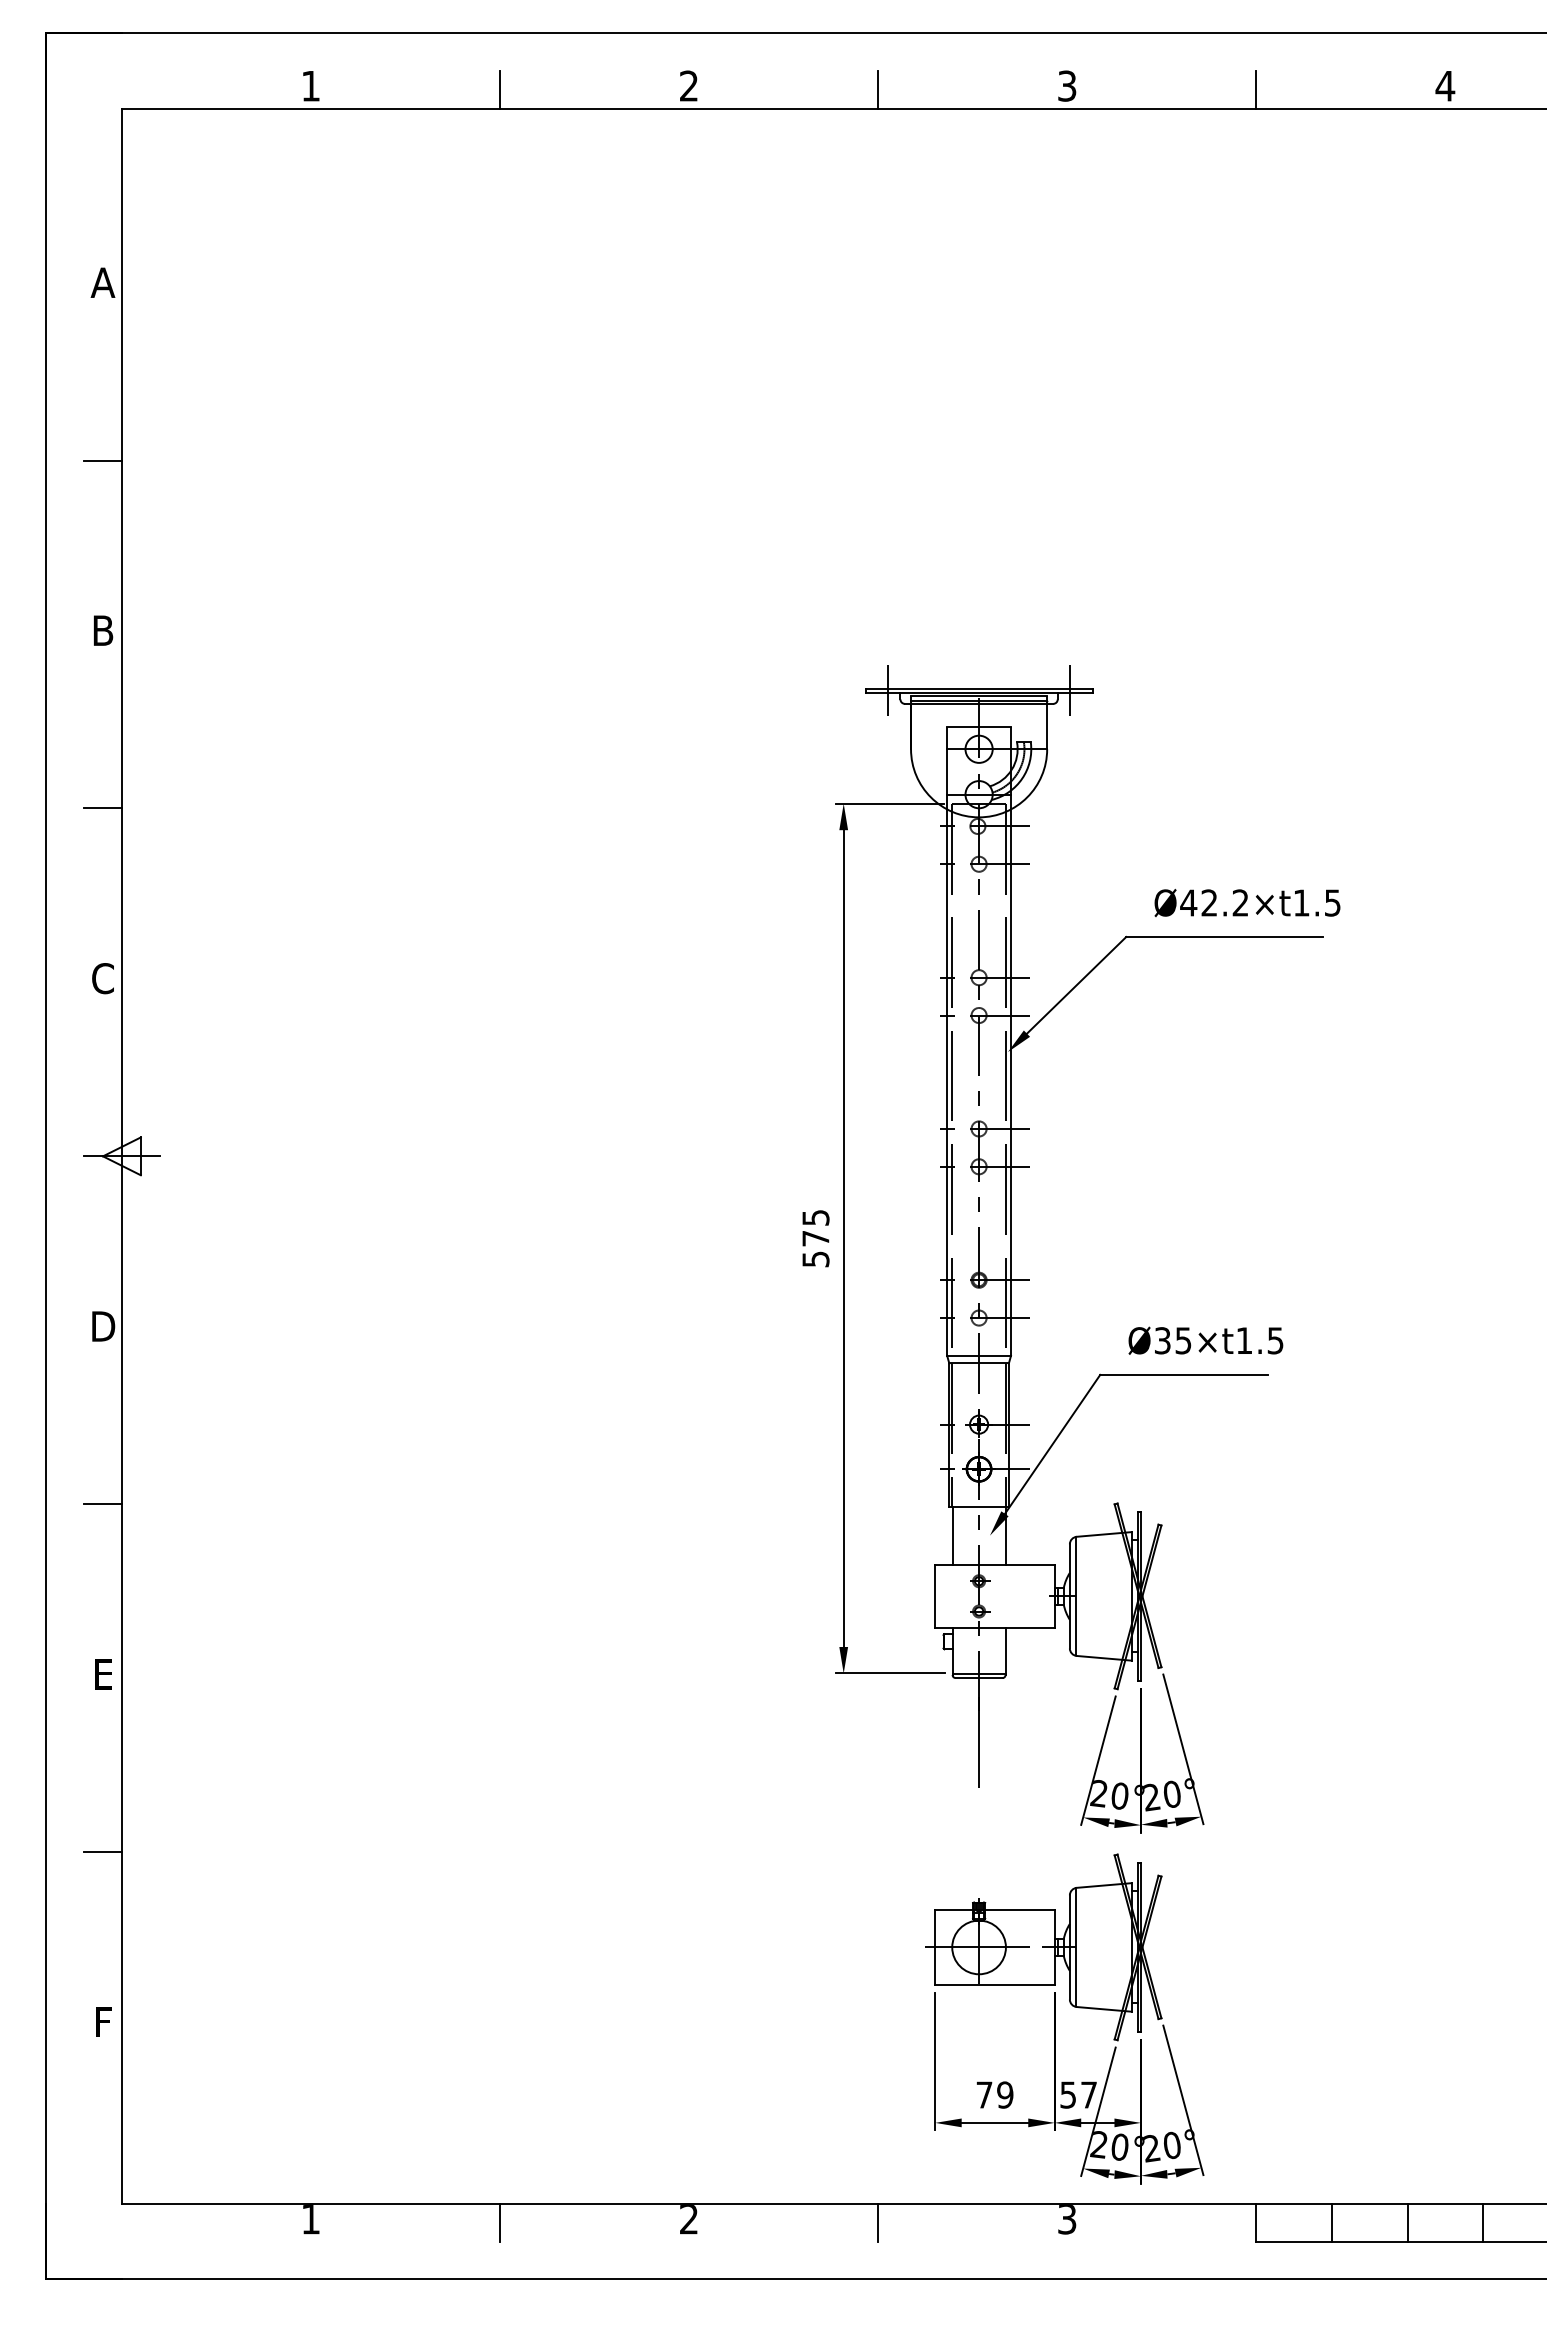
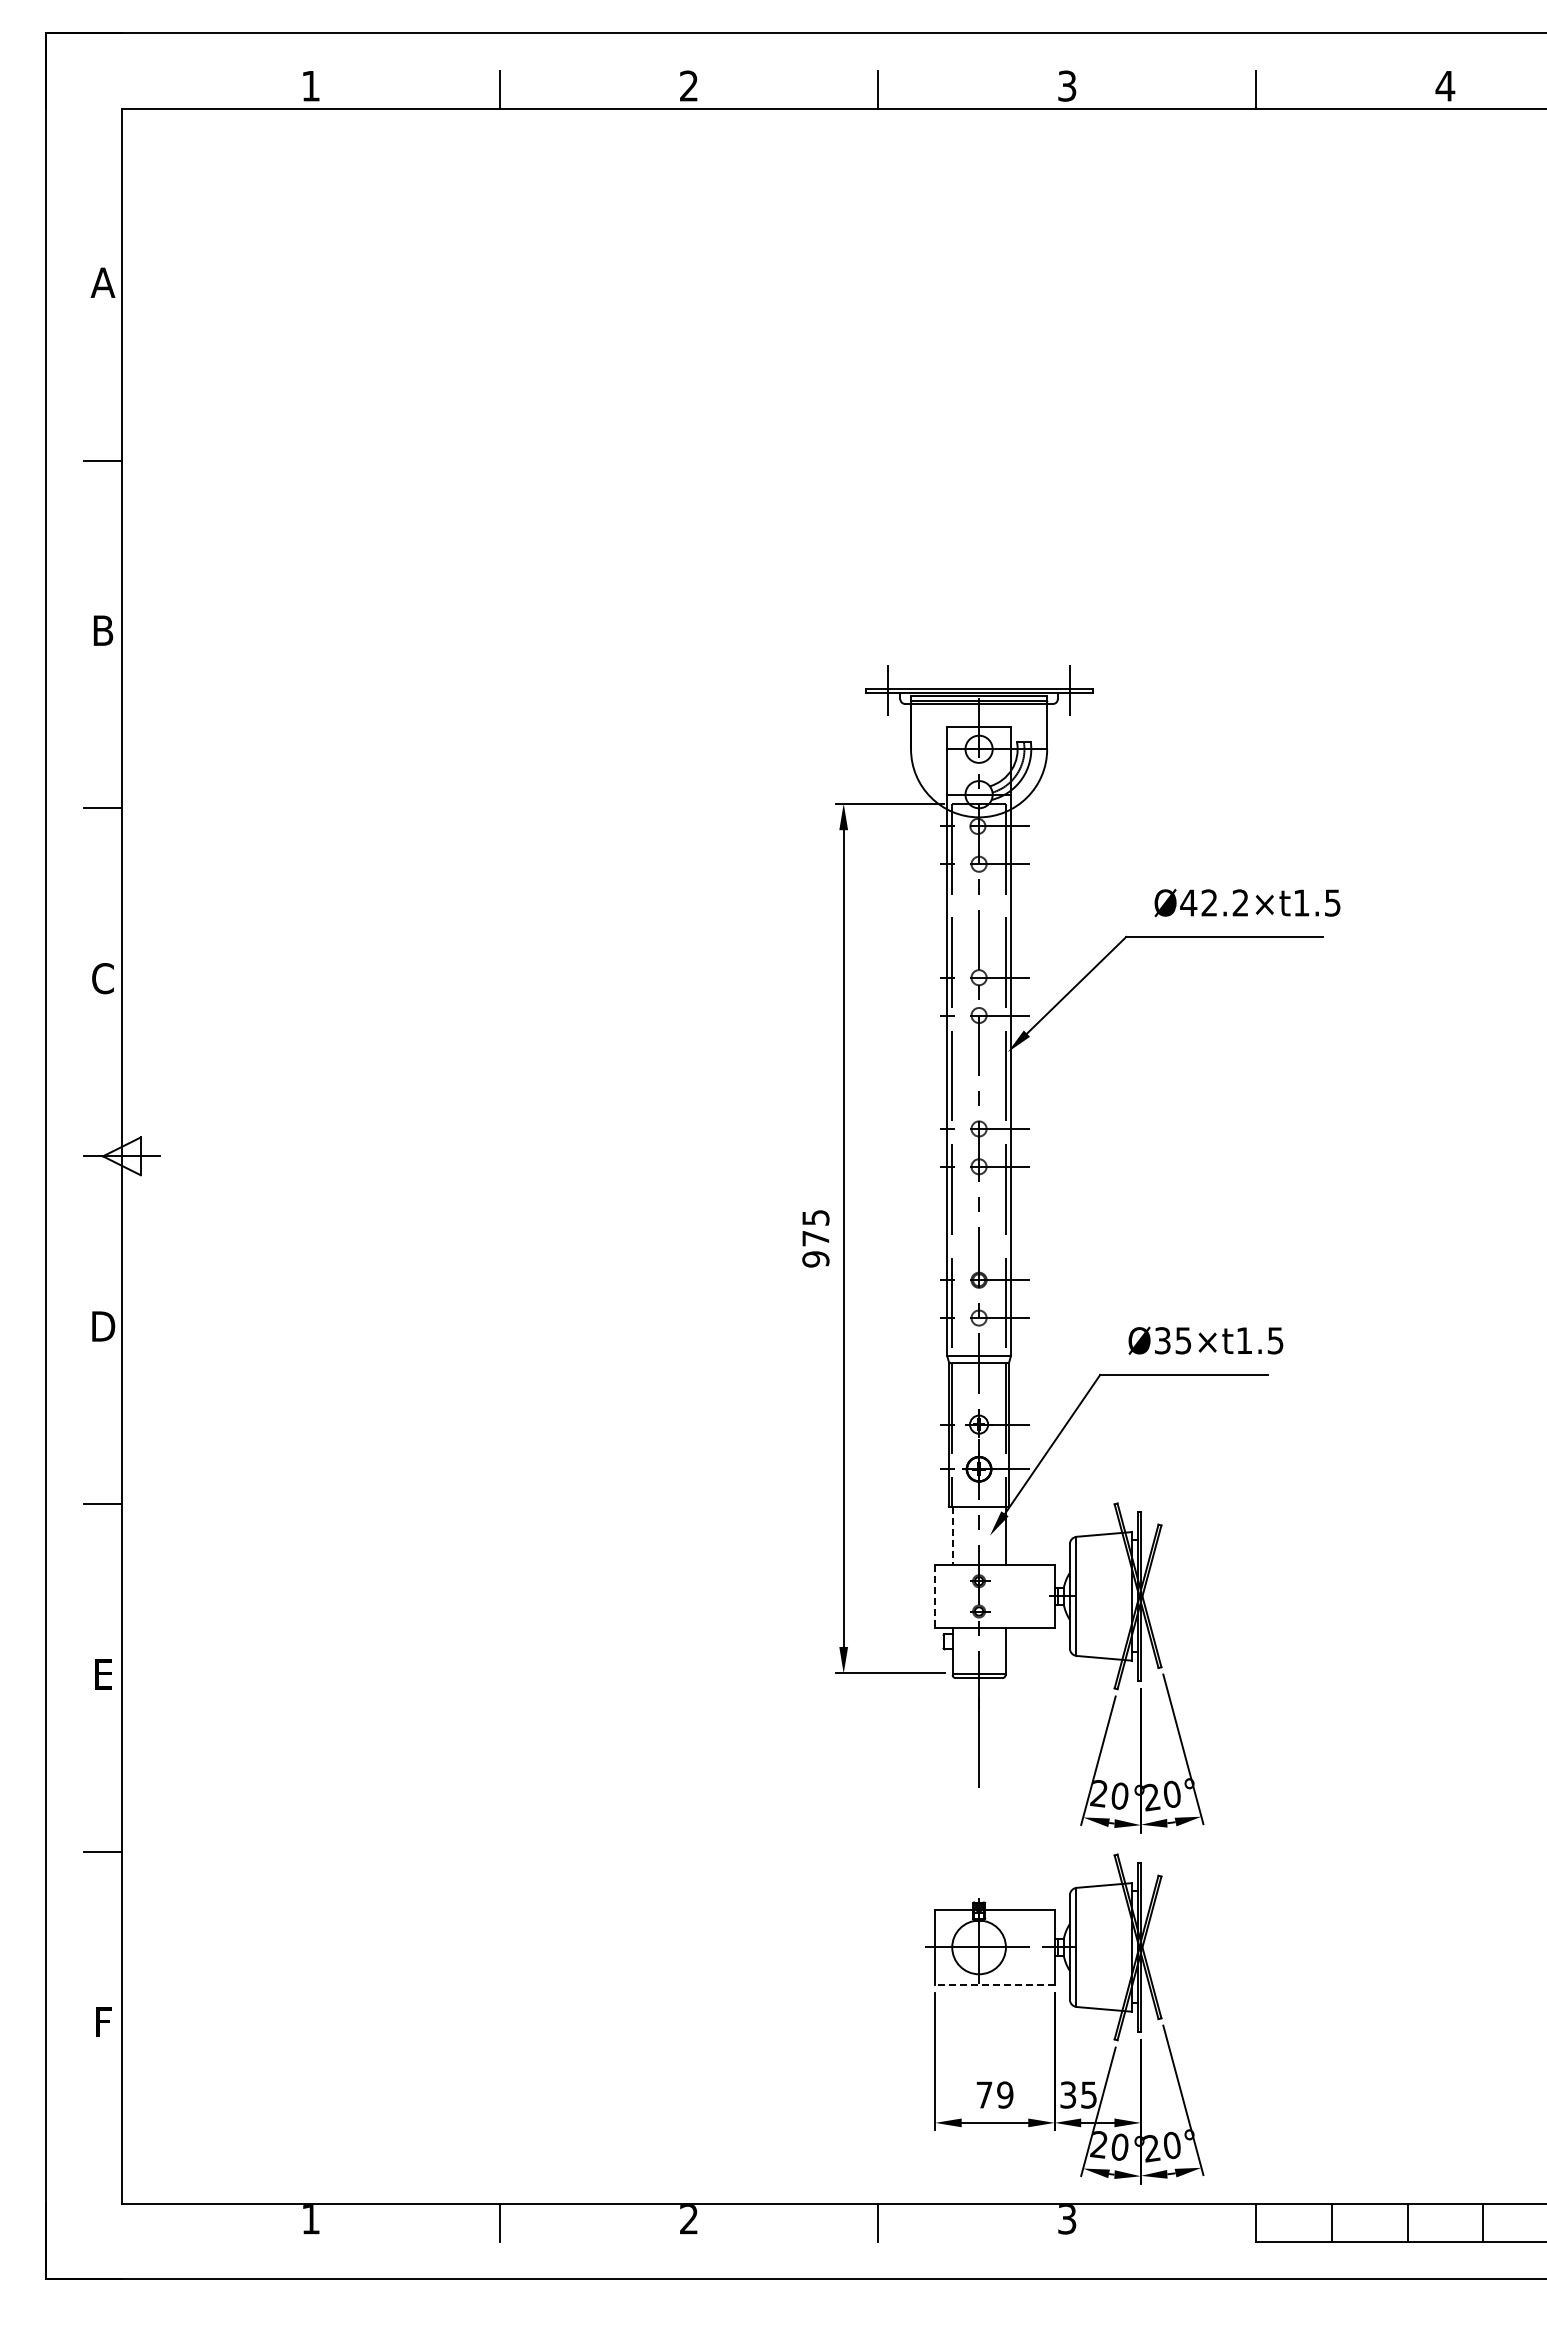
text at (815, 1259): 575 -> 975
line at (952, 1535): solid -> dashed
line at (935, 1596): solid -> dashed
line at (994, 1985): solid -> dashed
text at (1078, 2094): 57 -> 35
